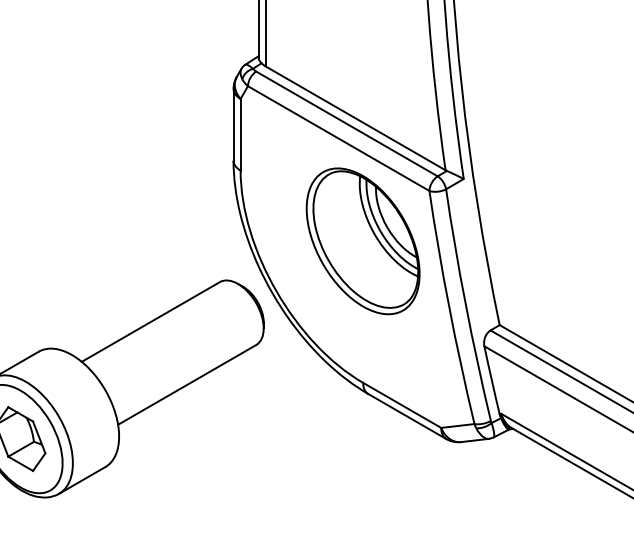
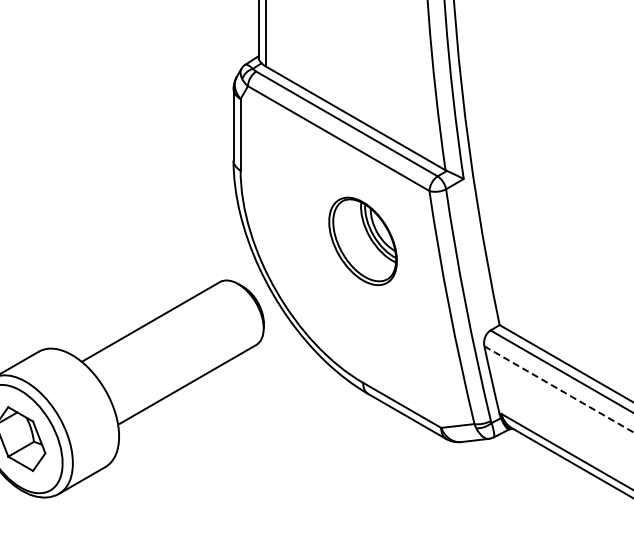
part at (362, 241) size: 116x149 px -> 70x90 px
line at (558, 389): solid -> dashed
